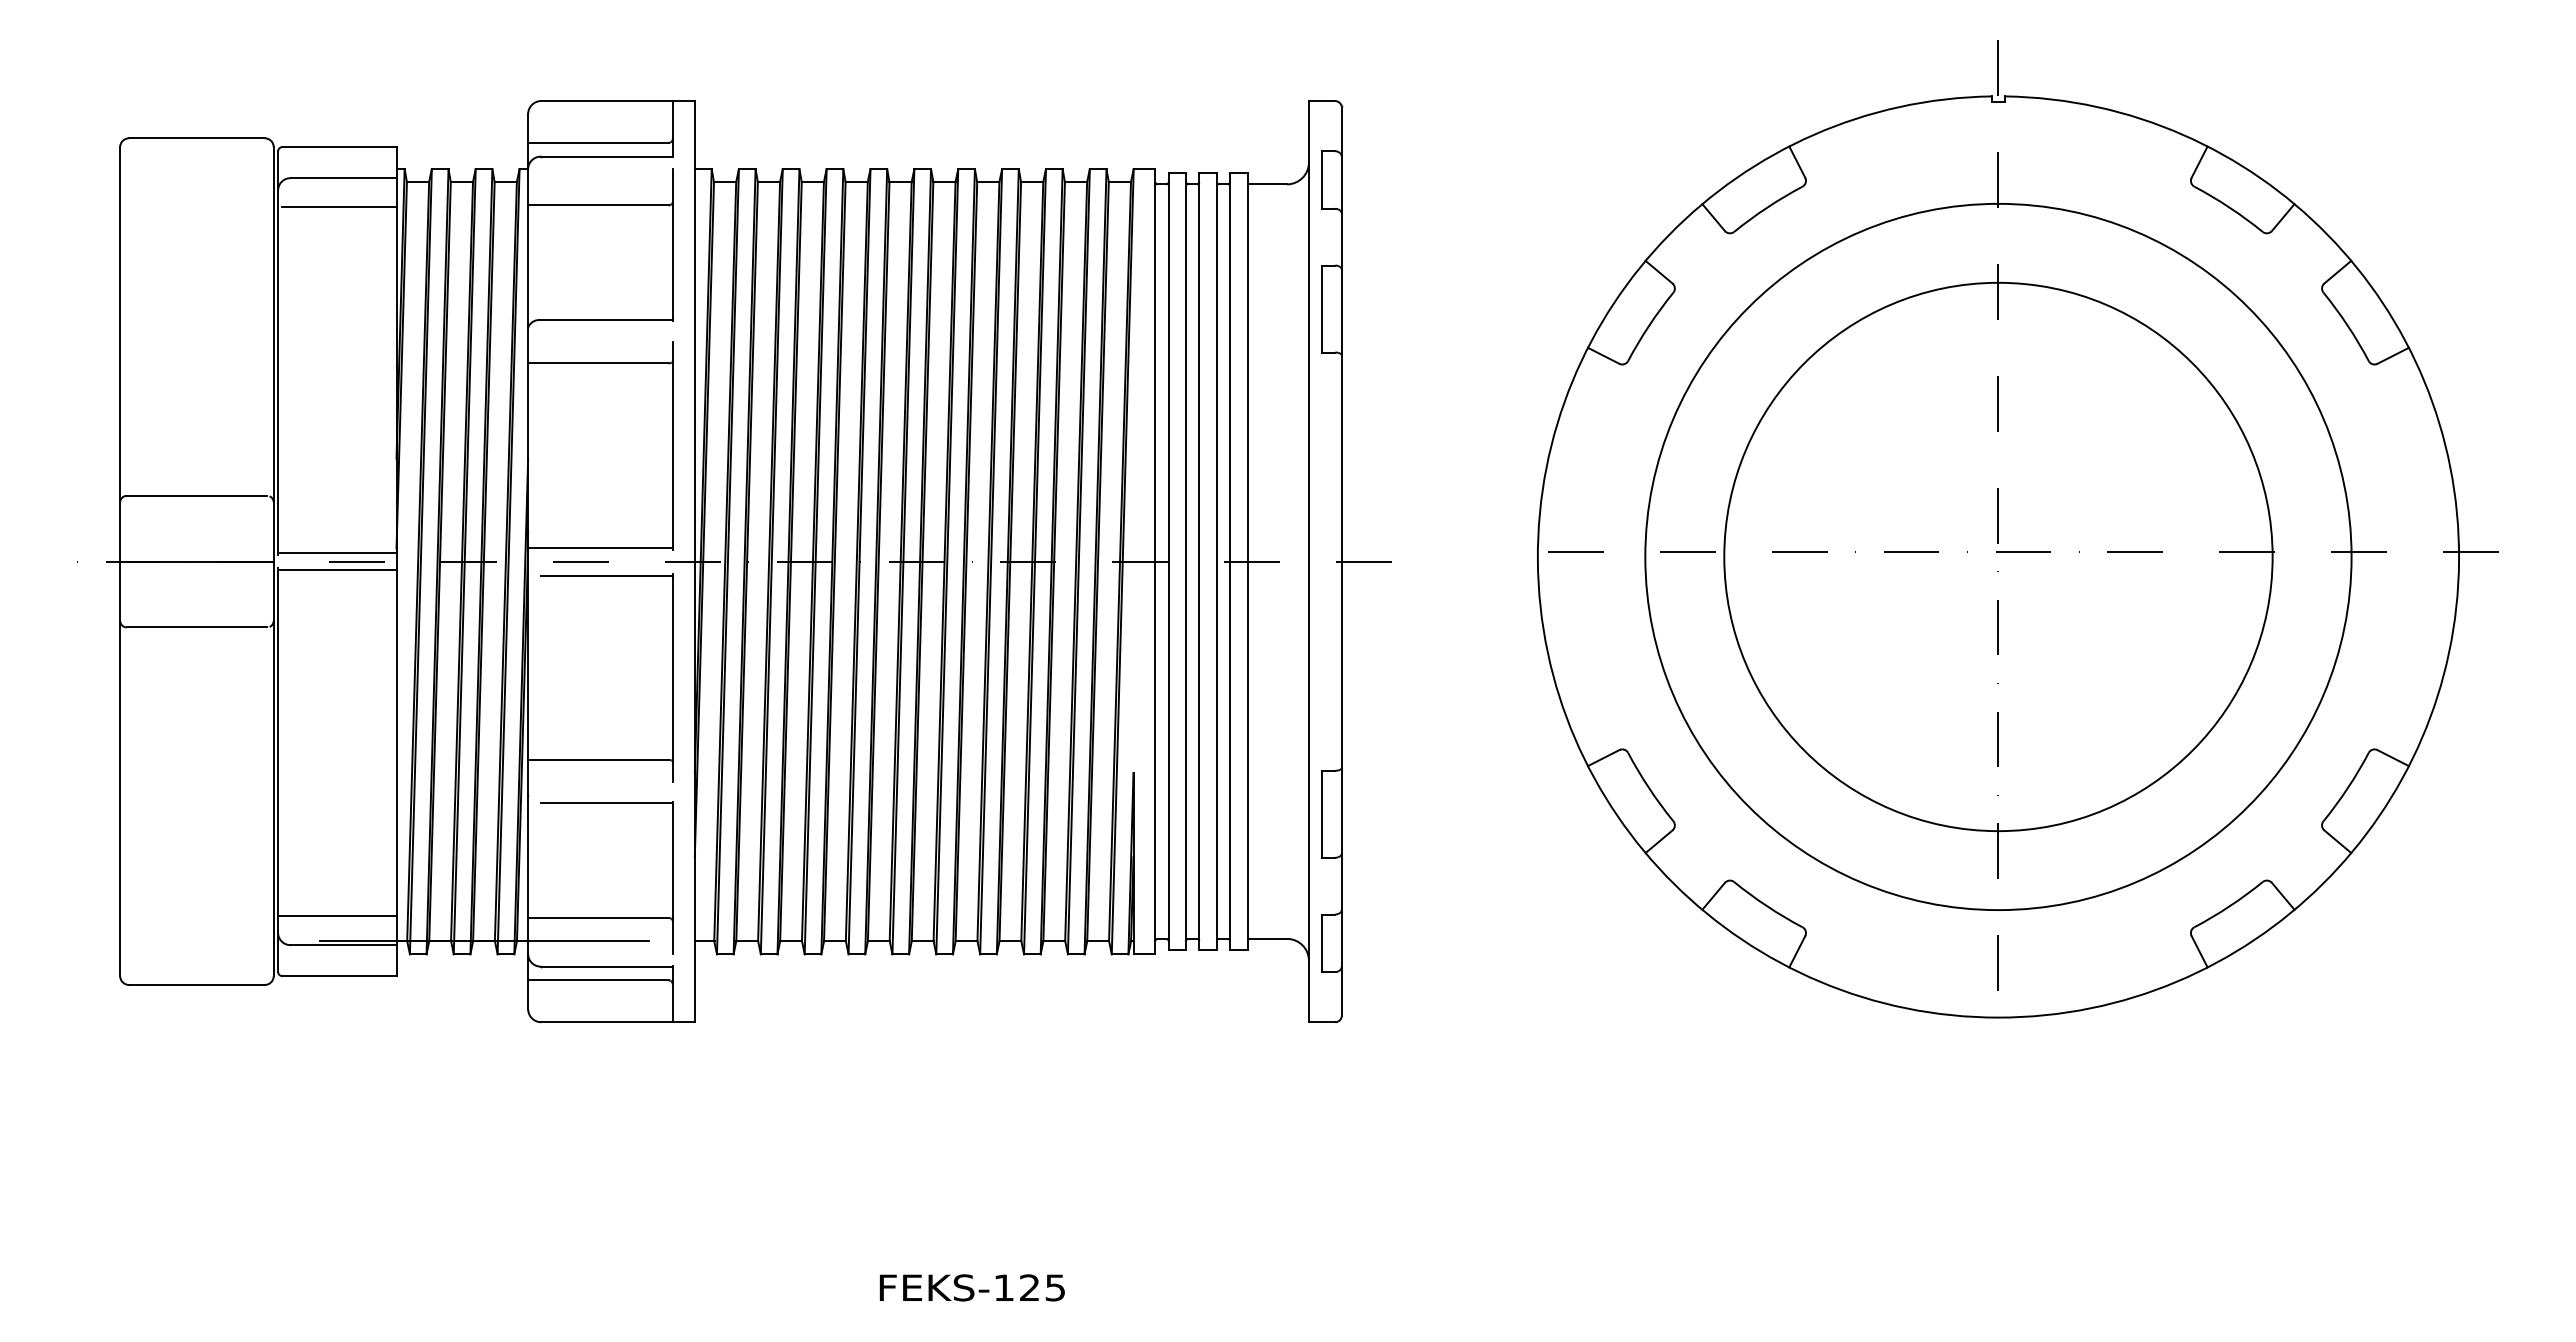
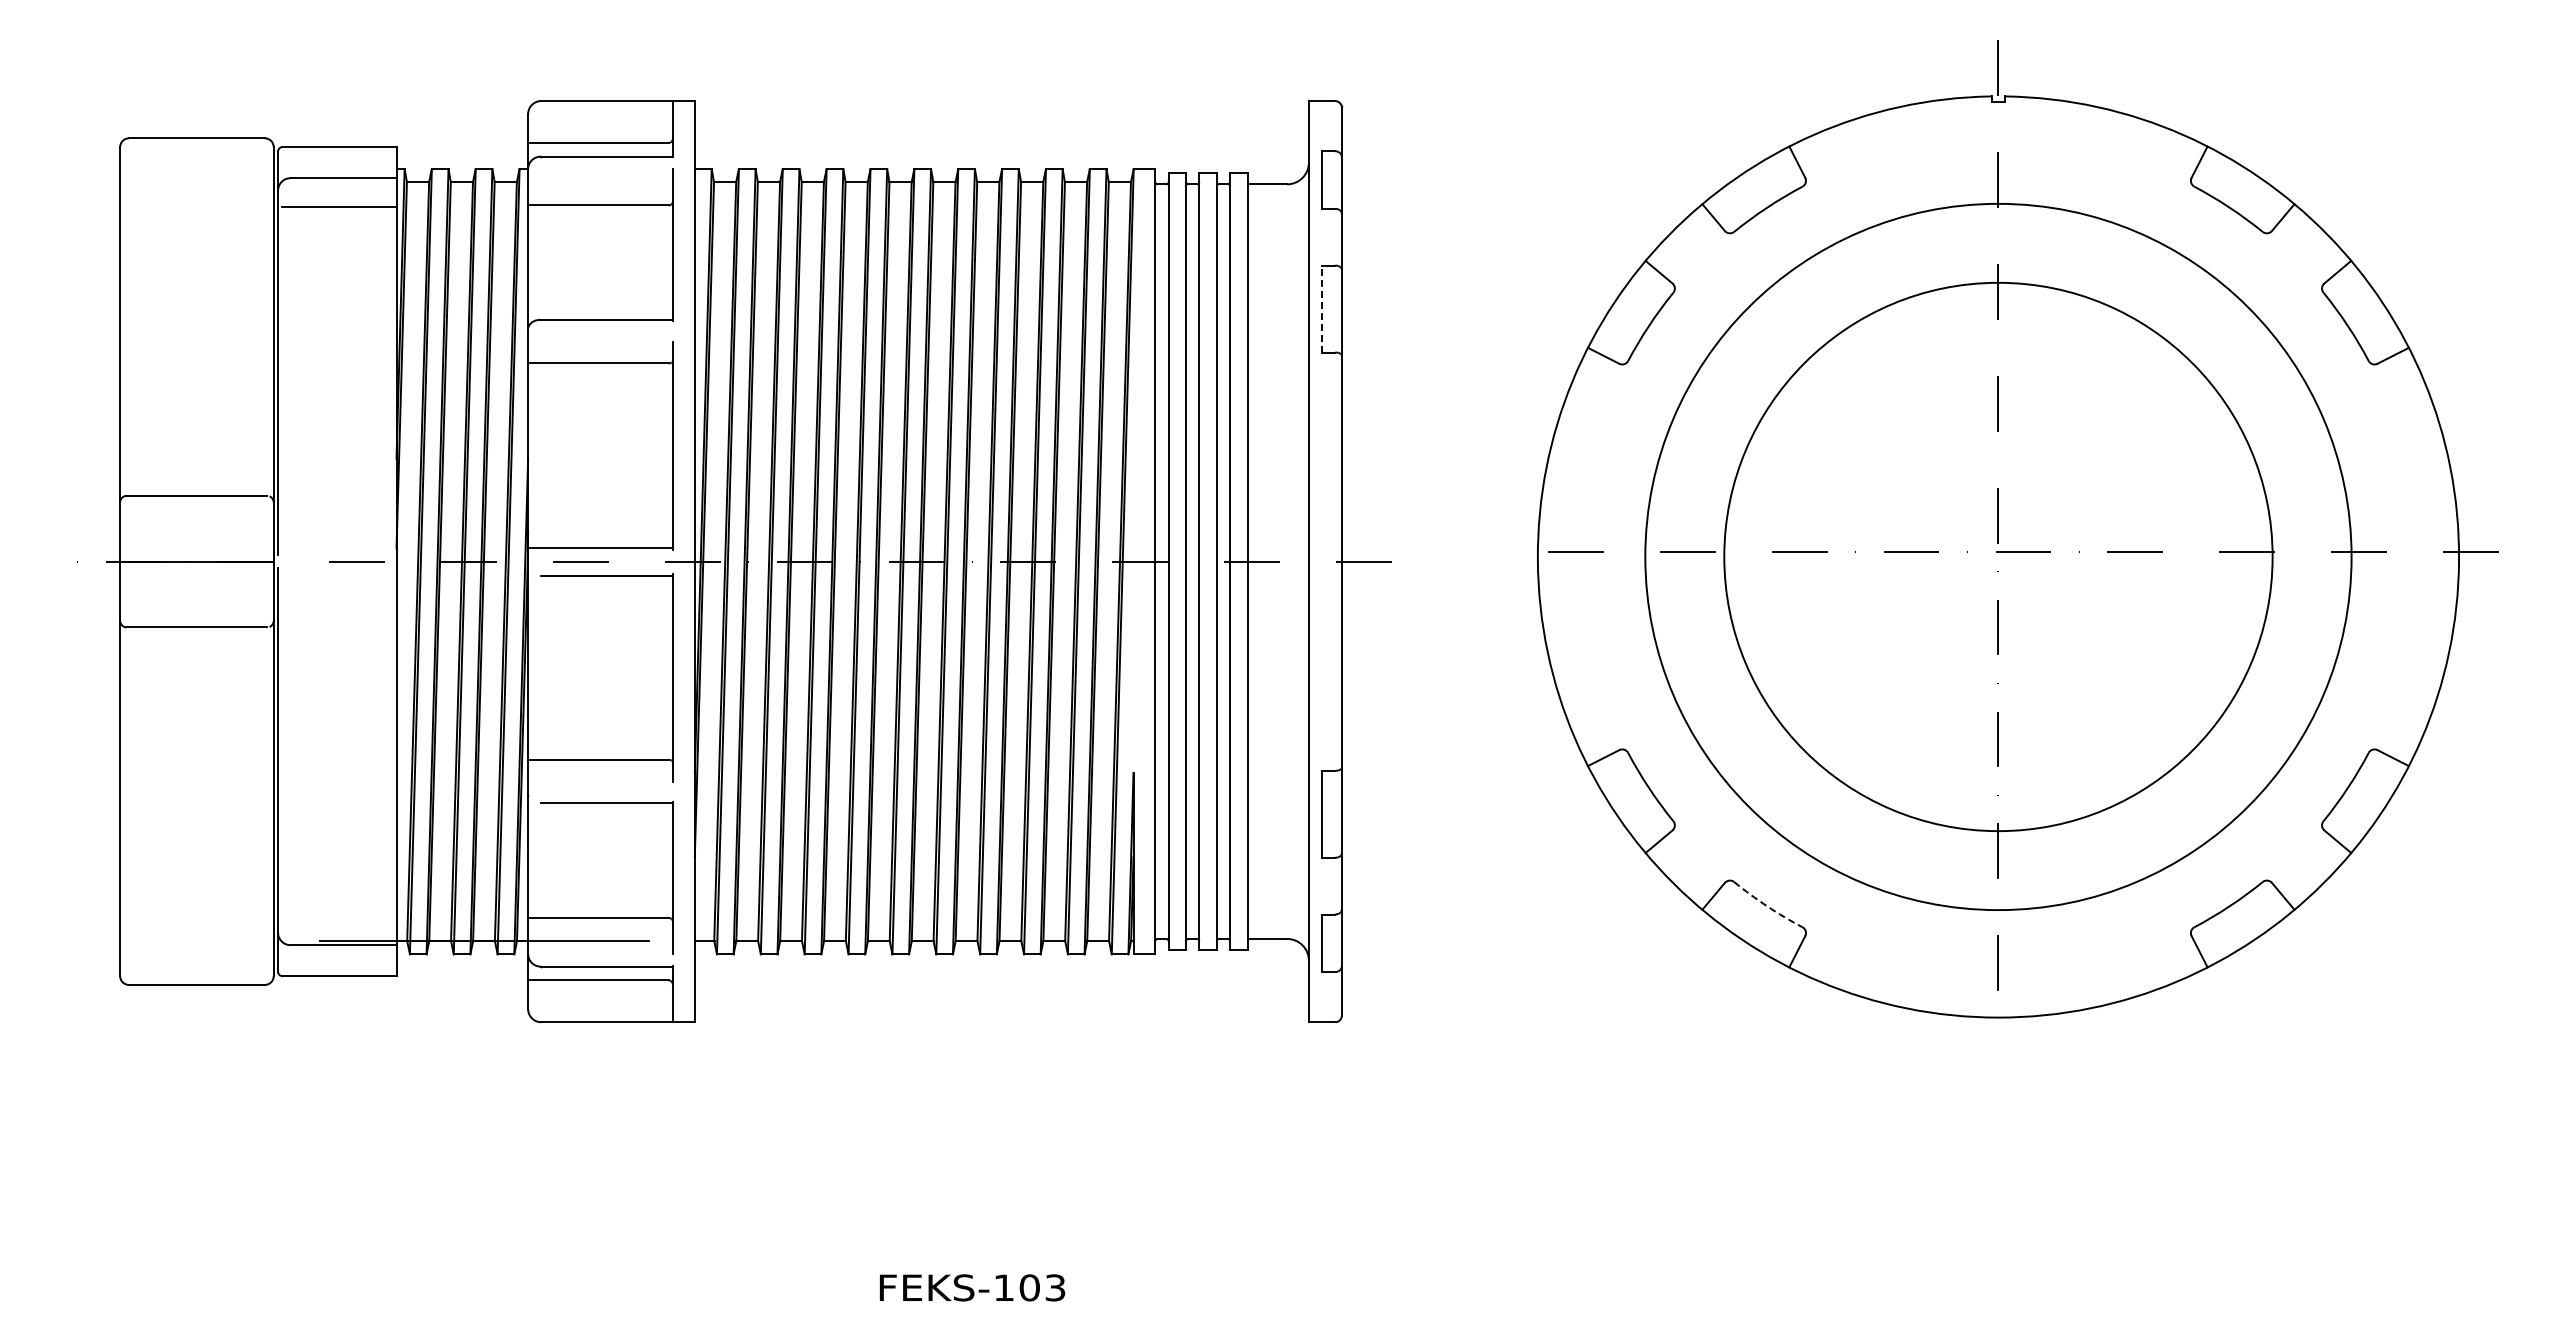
line at (1322, 308): solid -> dashed
line at (338, 552): present -> none
line at (338, 570): present -> none
arc at (1767, 906): solid -> dashed
line at (337, 916): present -> none
text at (1042, 1287): FEKS-125 -> FEKS-103
